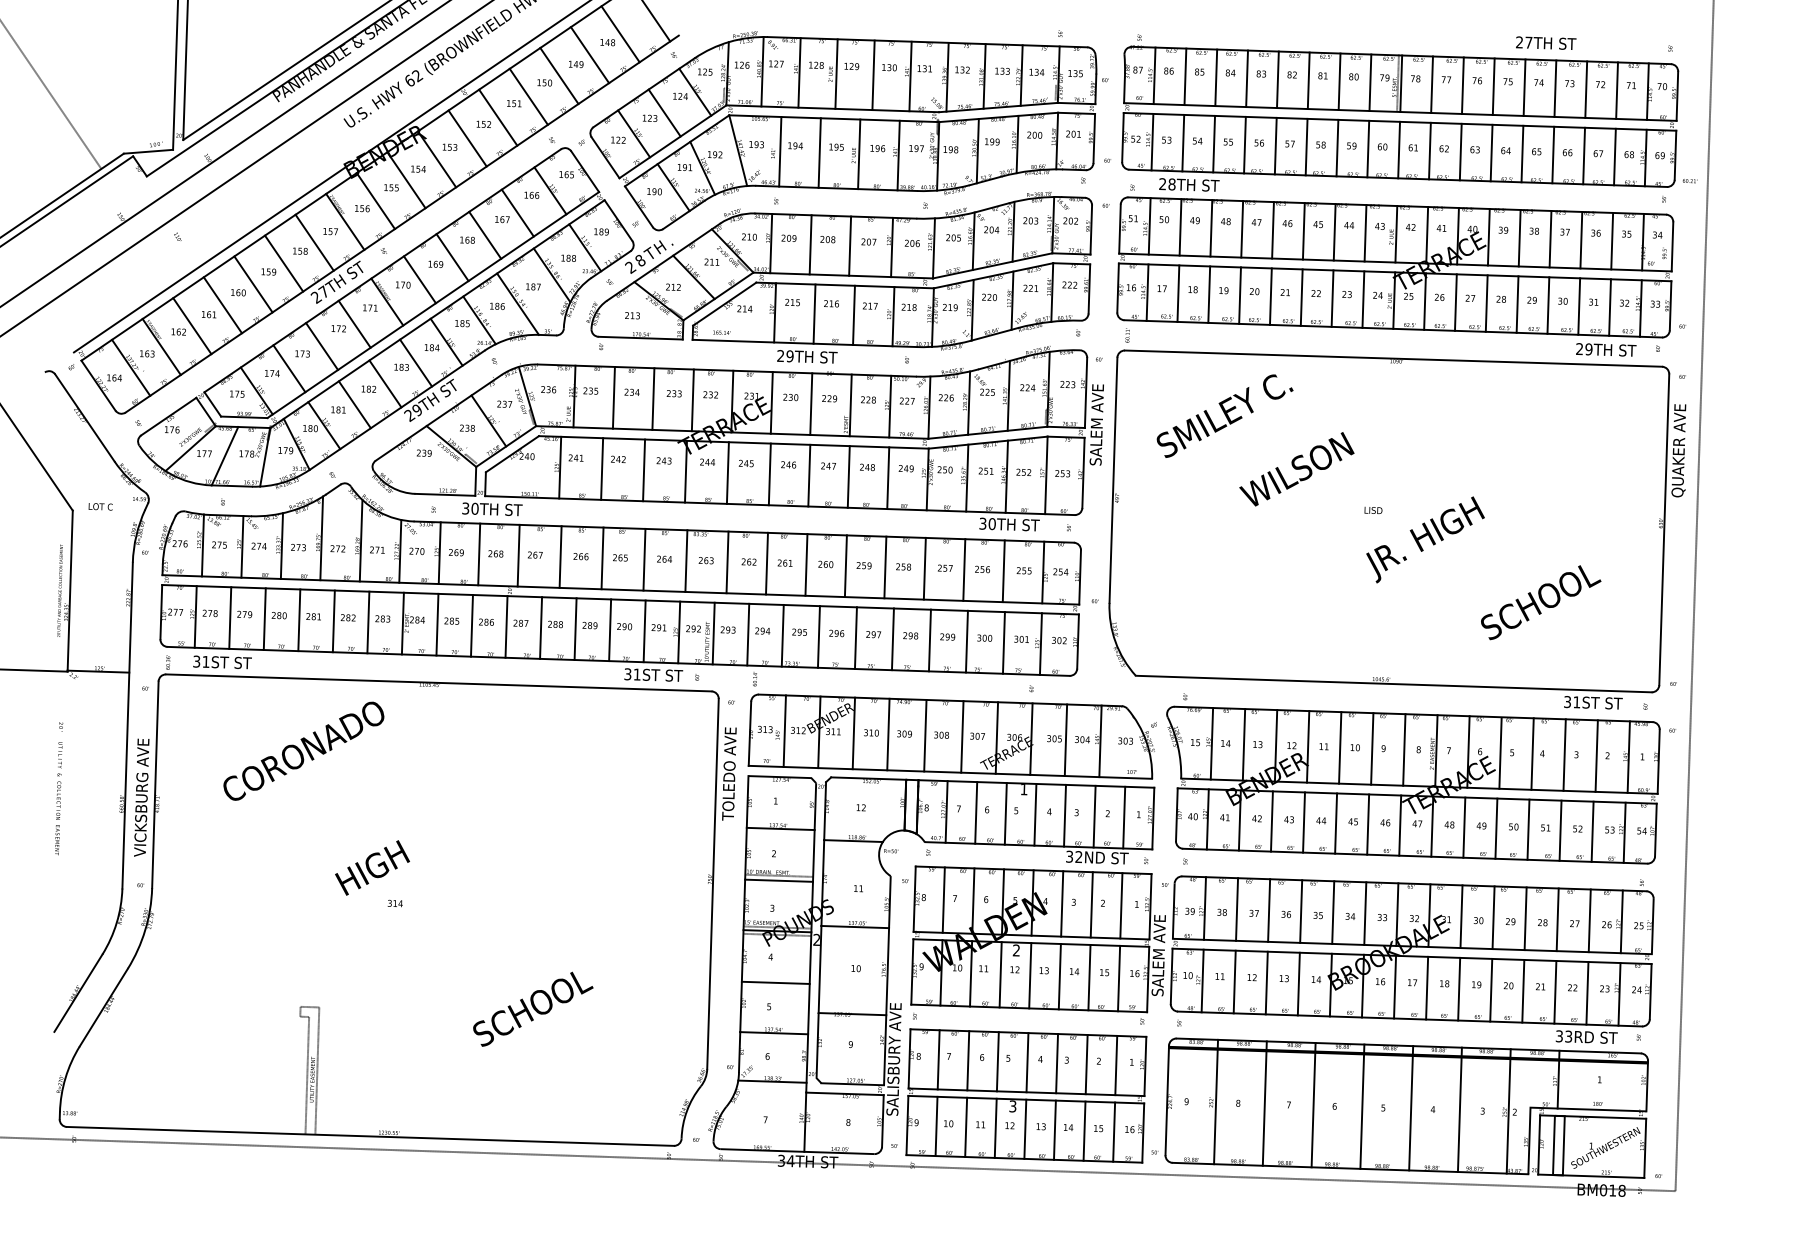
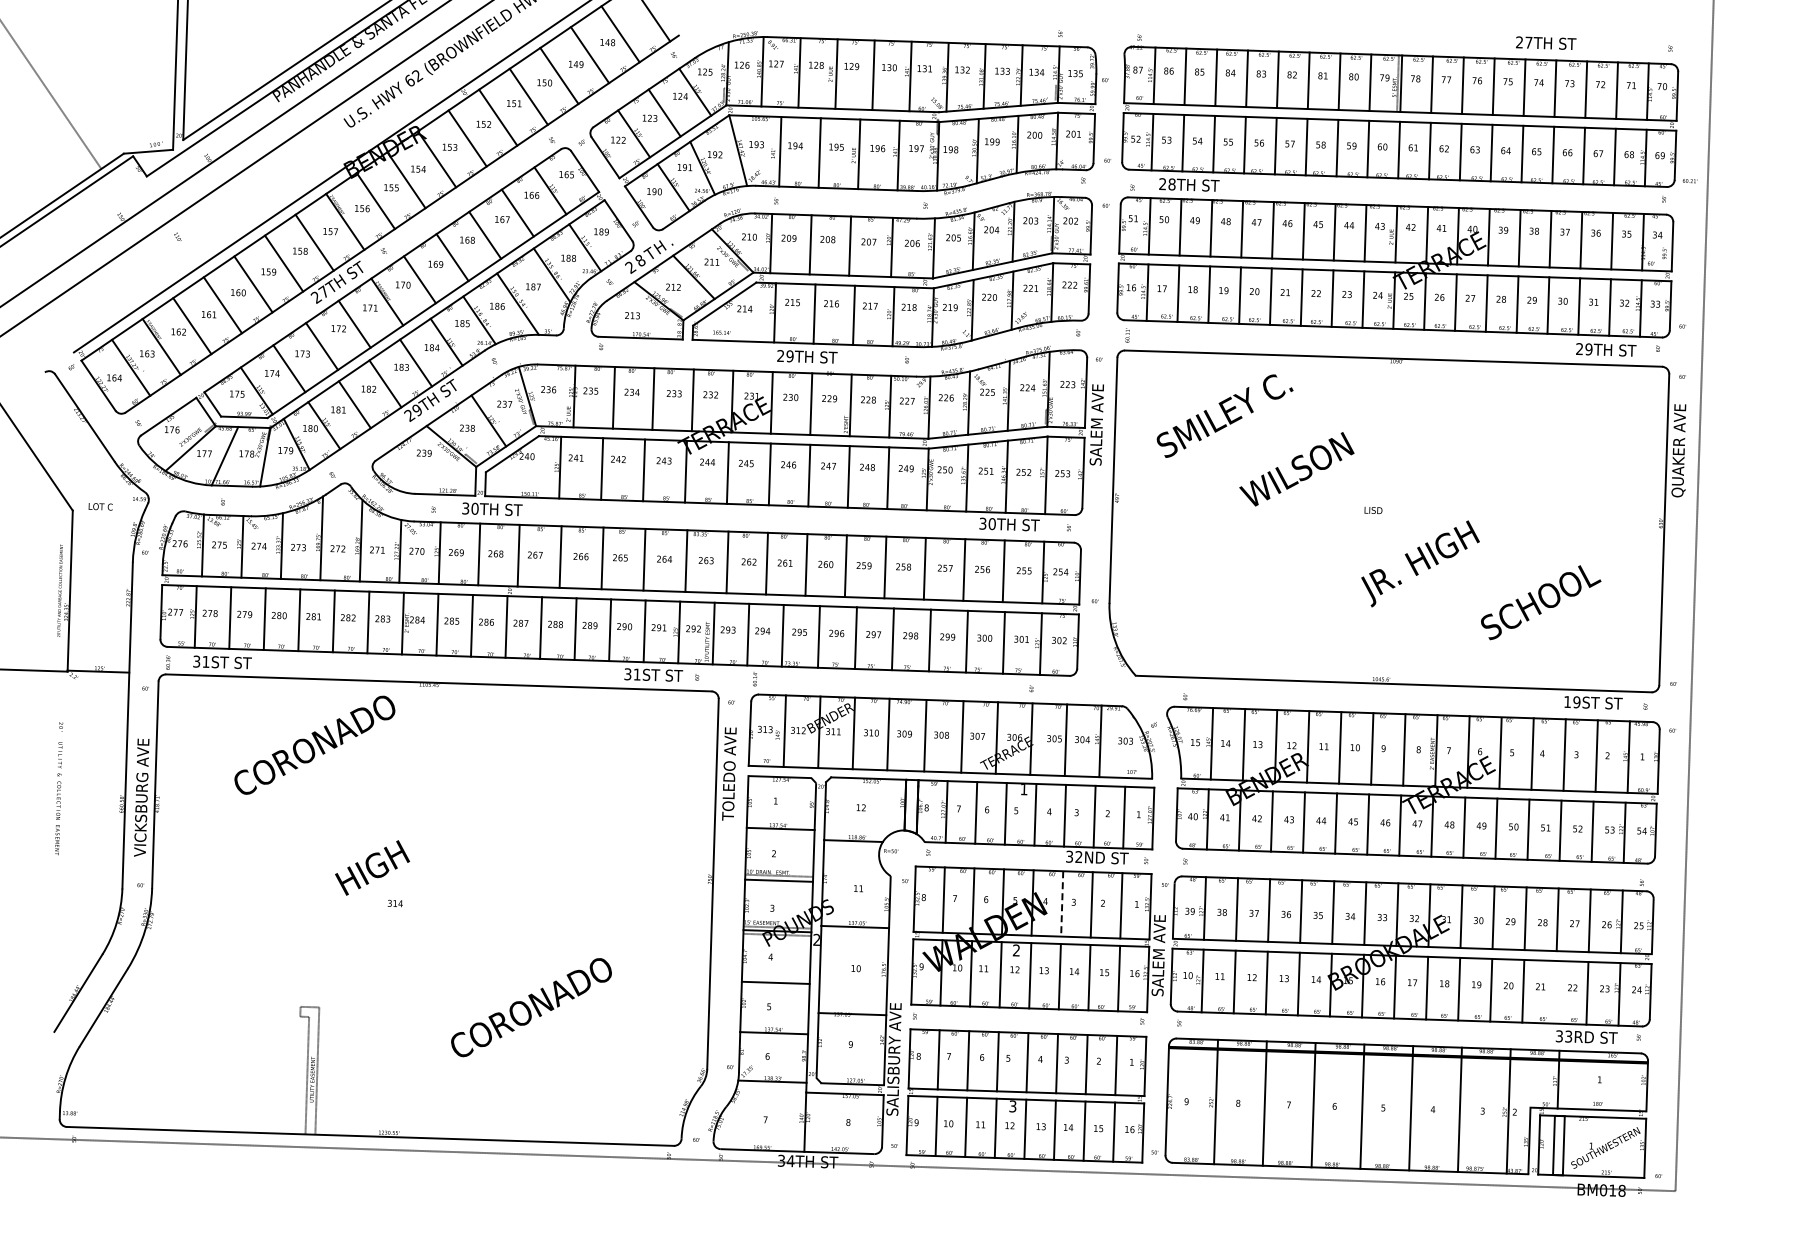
text at (1425, 539) position: (1425, 539) -> (1420, 563)
text at (1572, 702): 31ST -> 19ST
text at (303, 750) position: (303, 750) -> (314, 744)
line at (1062, 903): solid -> dashed
line at (1555, 991): present -> none
text at (531, 1007): SCHOOL -> CORONADO
